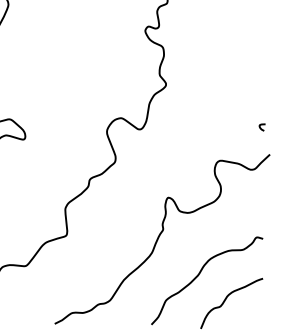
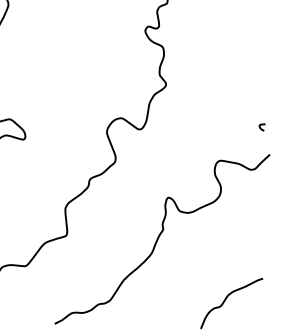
curve at (199, 275): present -> none
